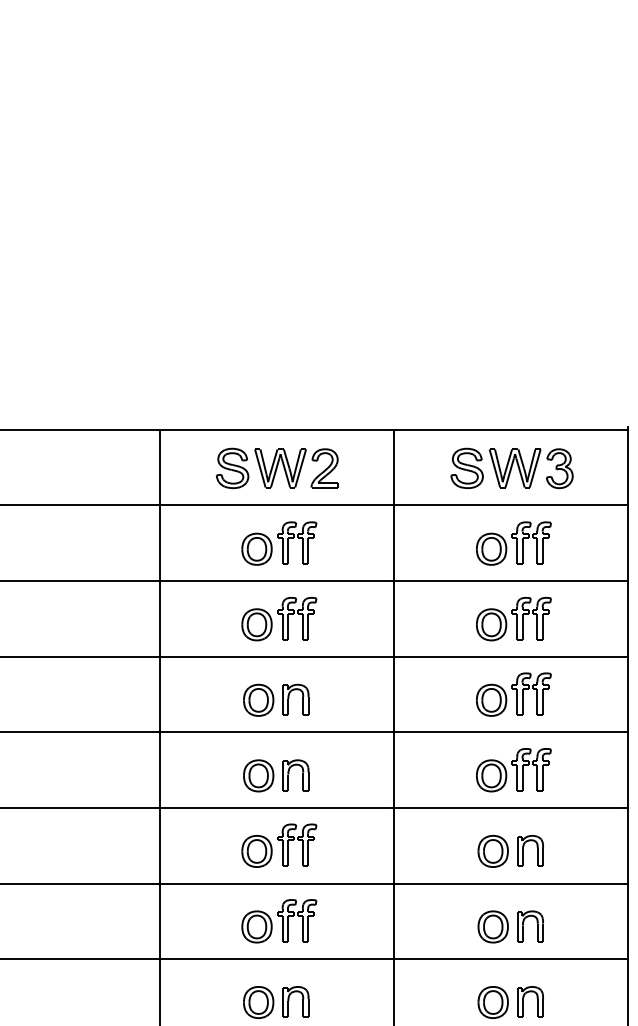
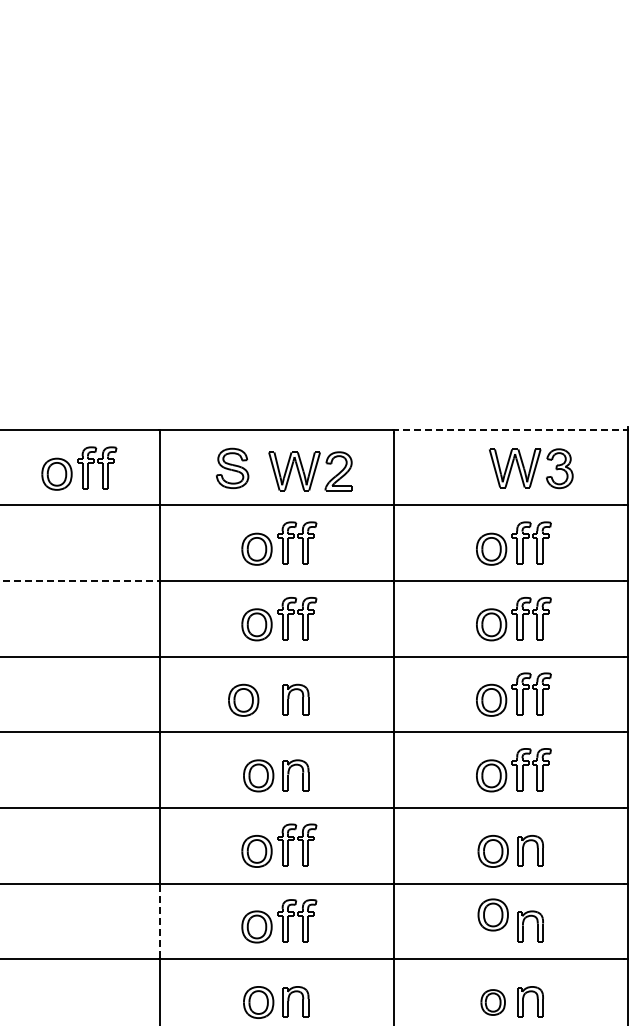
line at (508, 429): solid -> dashed
part at (79, 468): none -> present
part at (296, 468) position: (296, 468) -> (310, 471)
part at (466, 468): present -> none
line at (80, 580): solid -> dashed
part at (258, 699) position: (258, 699) -> (243, 699)
line at (159, 920): solid -> dashed
part at (492, 926) position: (492, 926) -> (492, 914)
part at (492, 1002) size: 32x33 px -> 26x27 px
